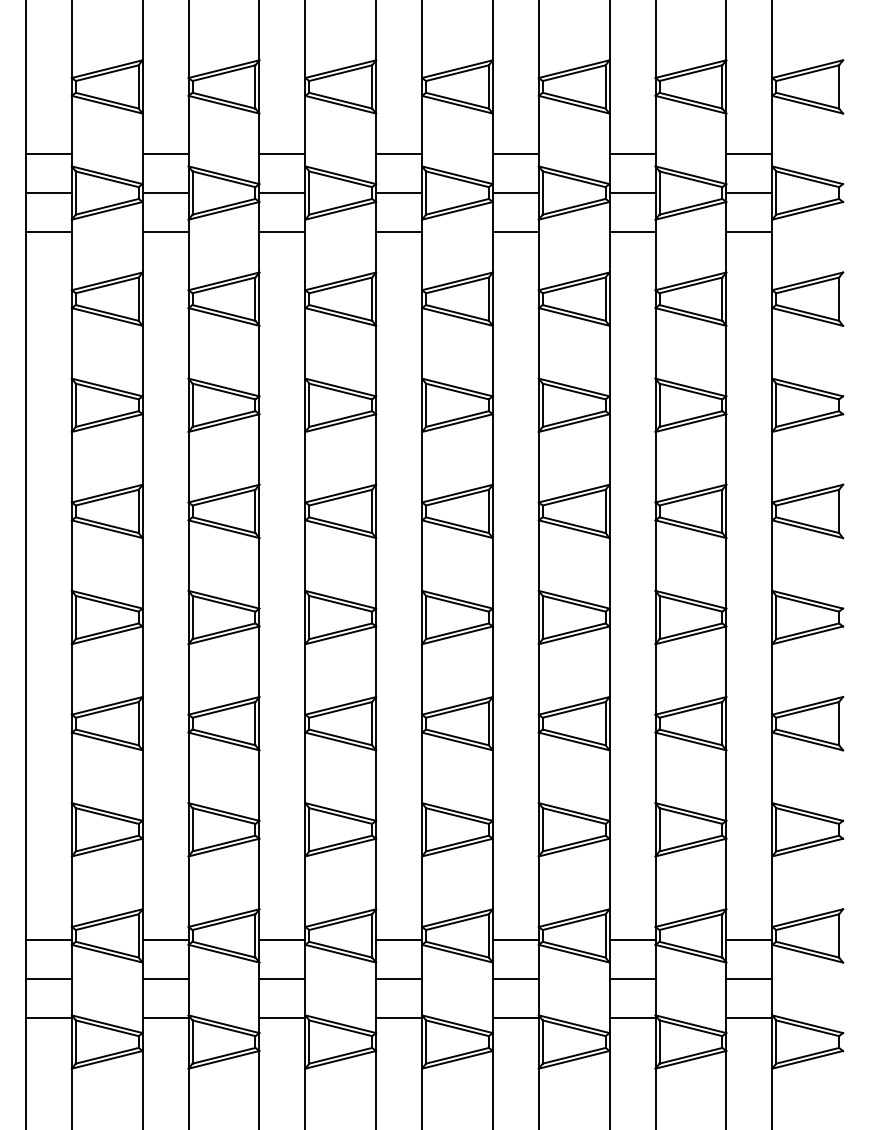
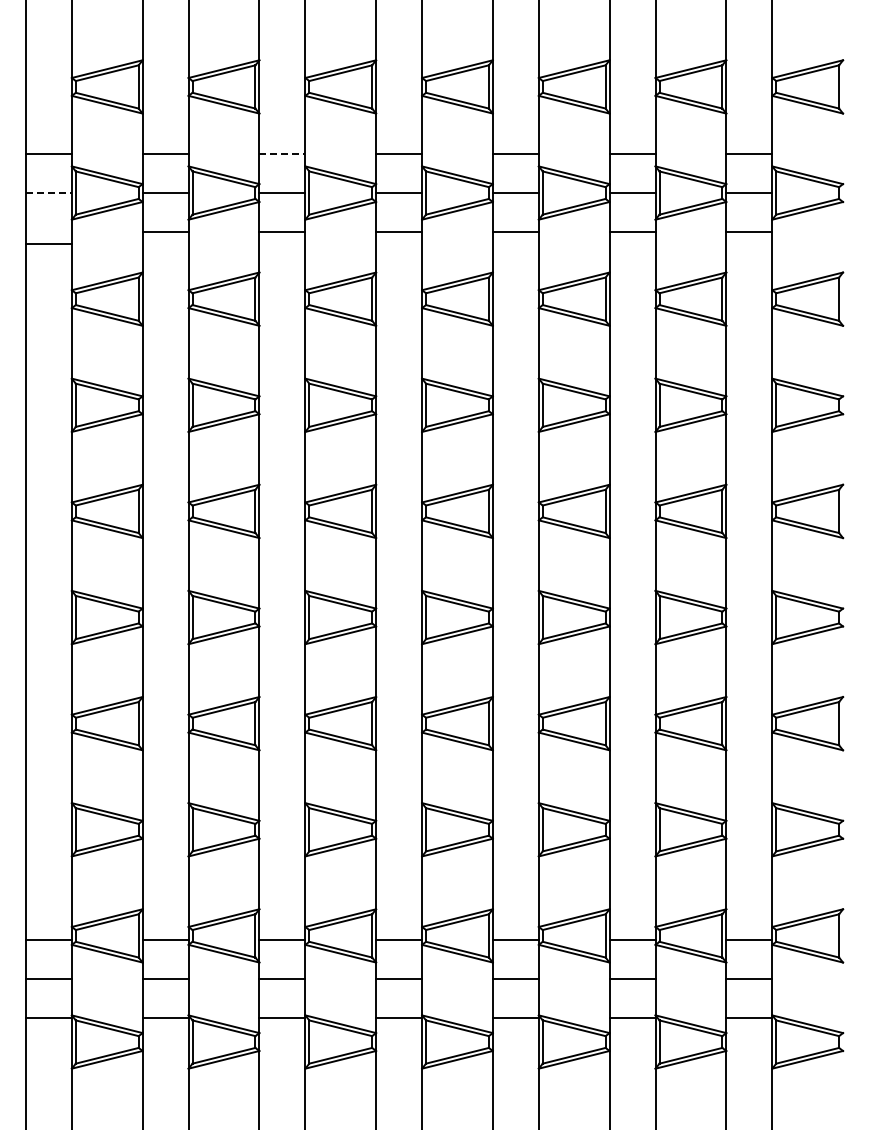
line at (282, 154): solid -> dashed
line at (48, 193): solid -> dashed
line at (48, 231) position: (48, 231) -> (48, 243)
